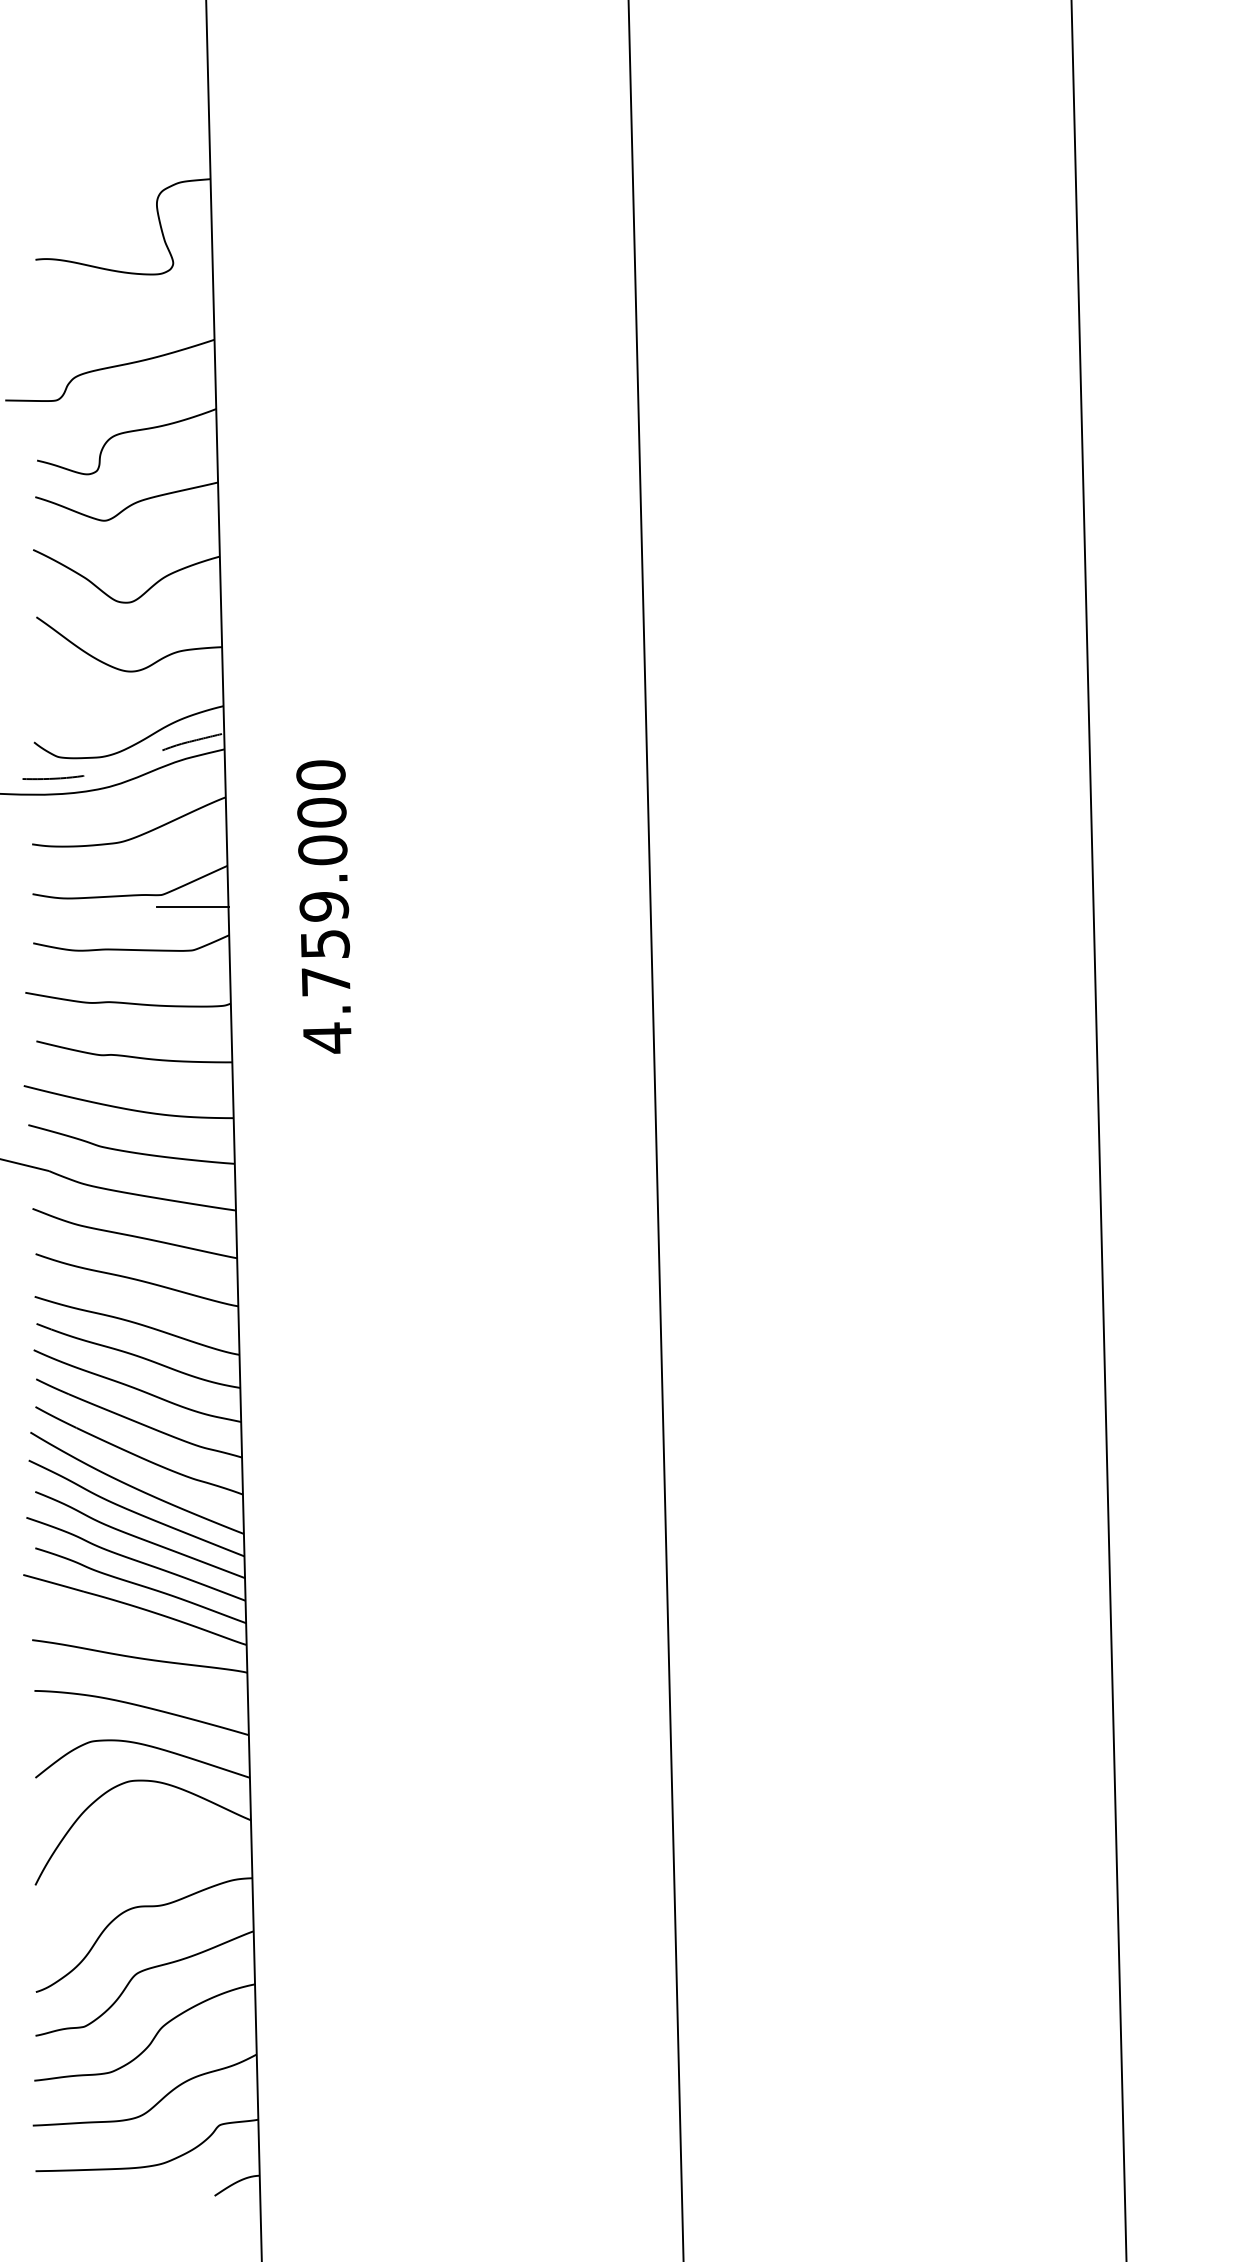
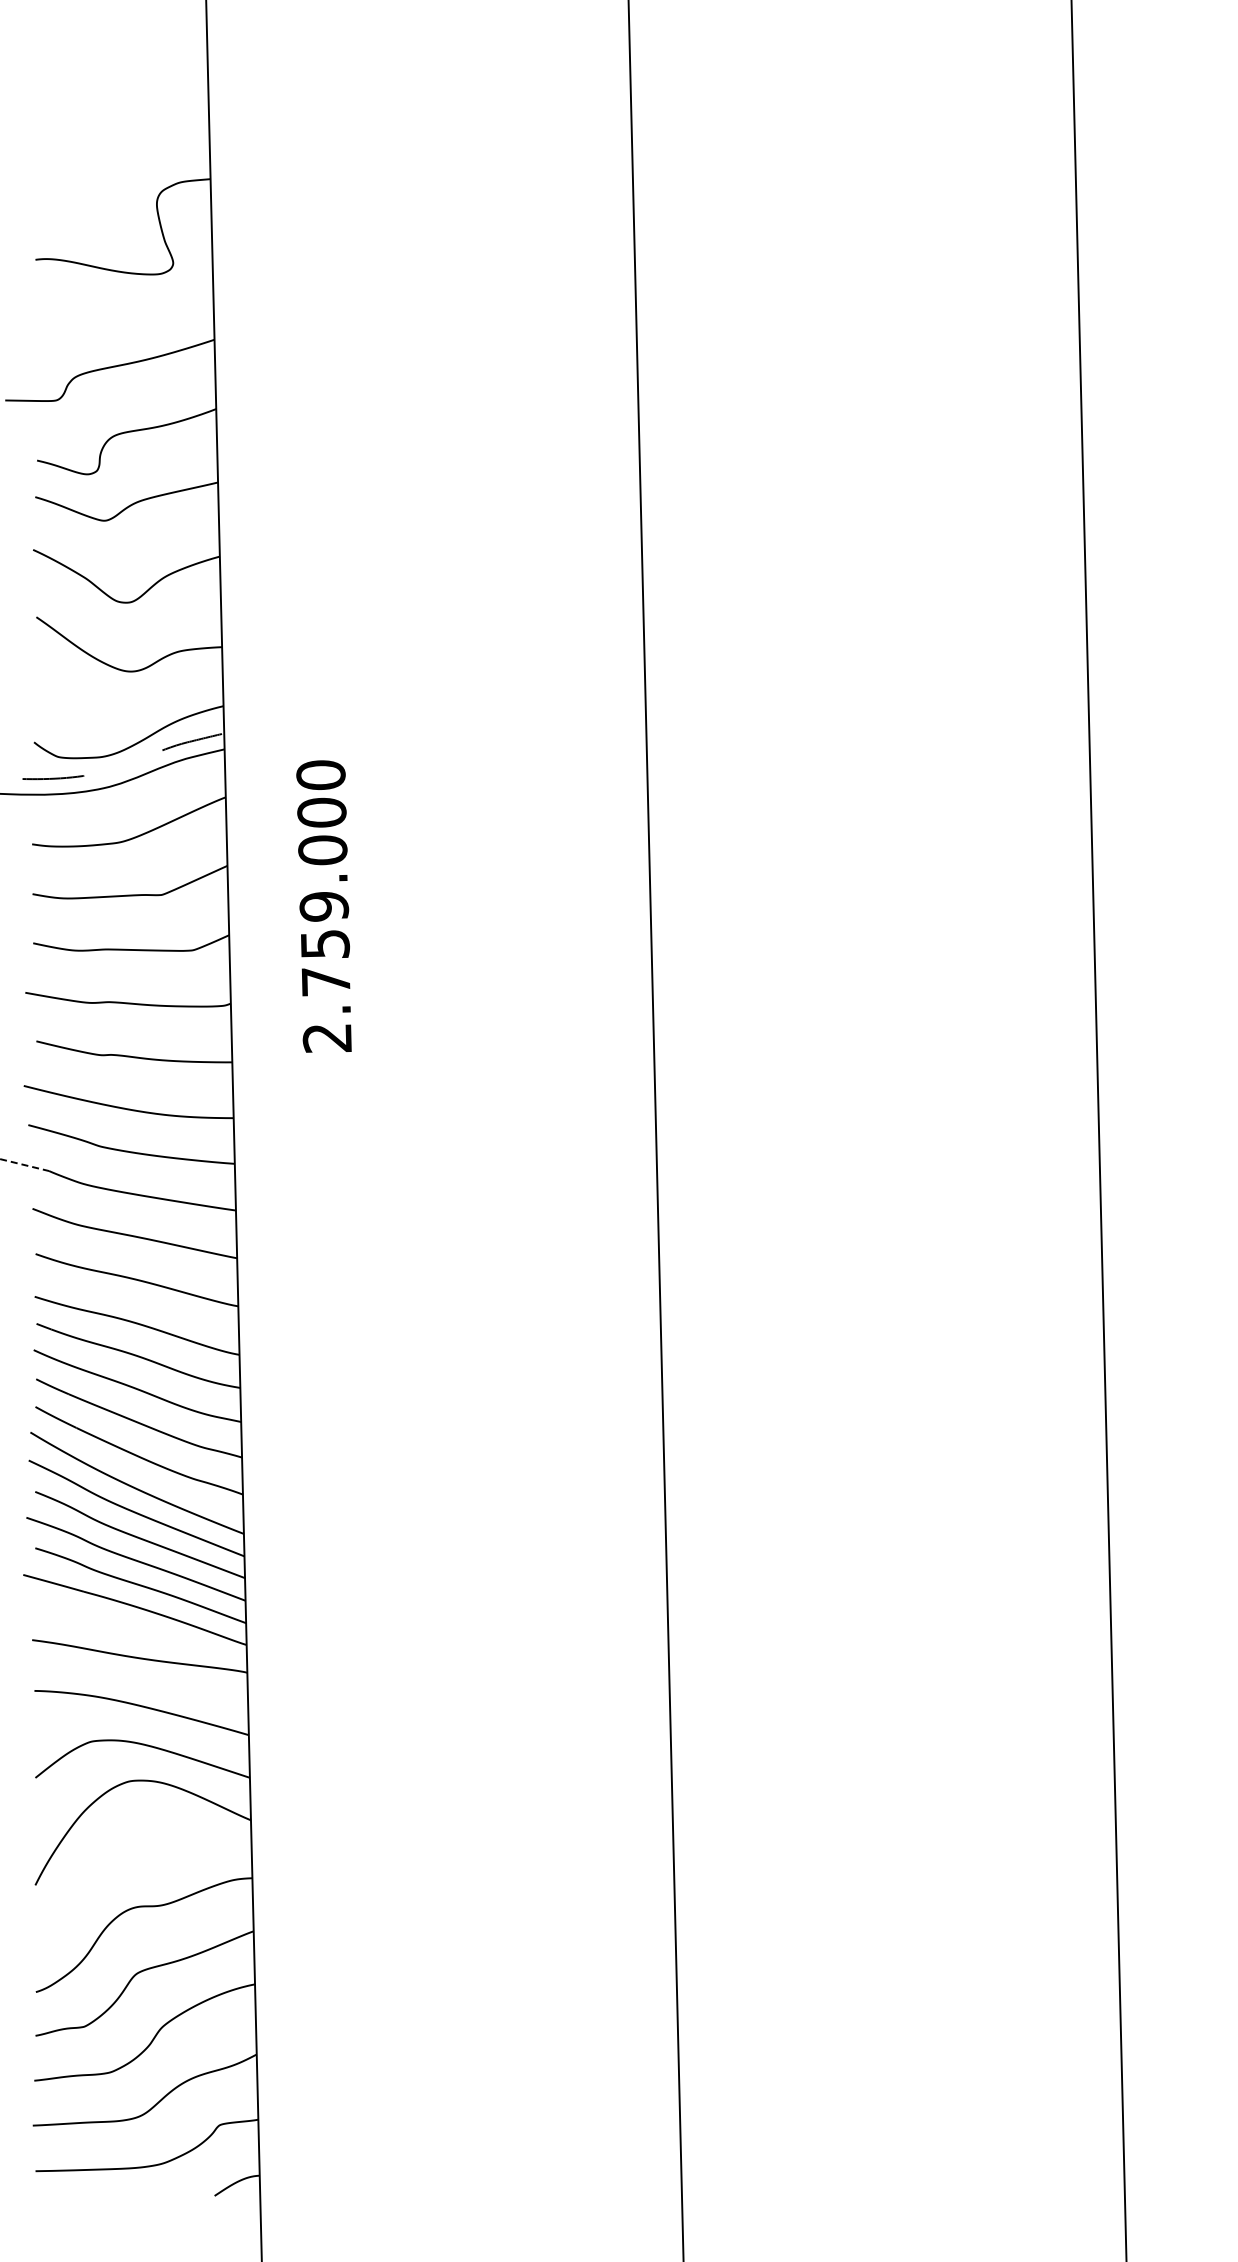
line at (192, 907): present -> none
text at (326, 1037): 4.759.000 -> 2.759.000
line at (24, 1165): solid -> dashed
